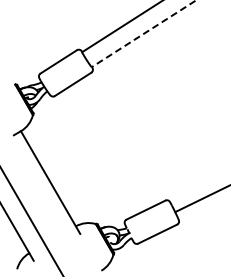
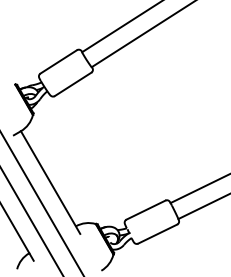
line at (143, 33): dashed -> solid
line at (198, 189): none -> present
line at (201, 199) position: (201, 199) -> (202, 206)
line at (42, 203): none -> present
